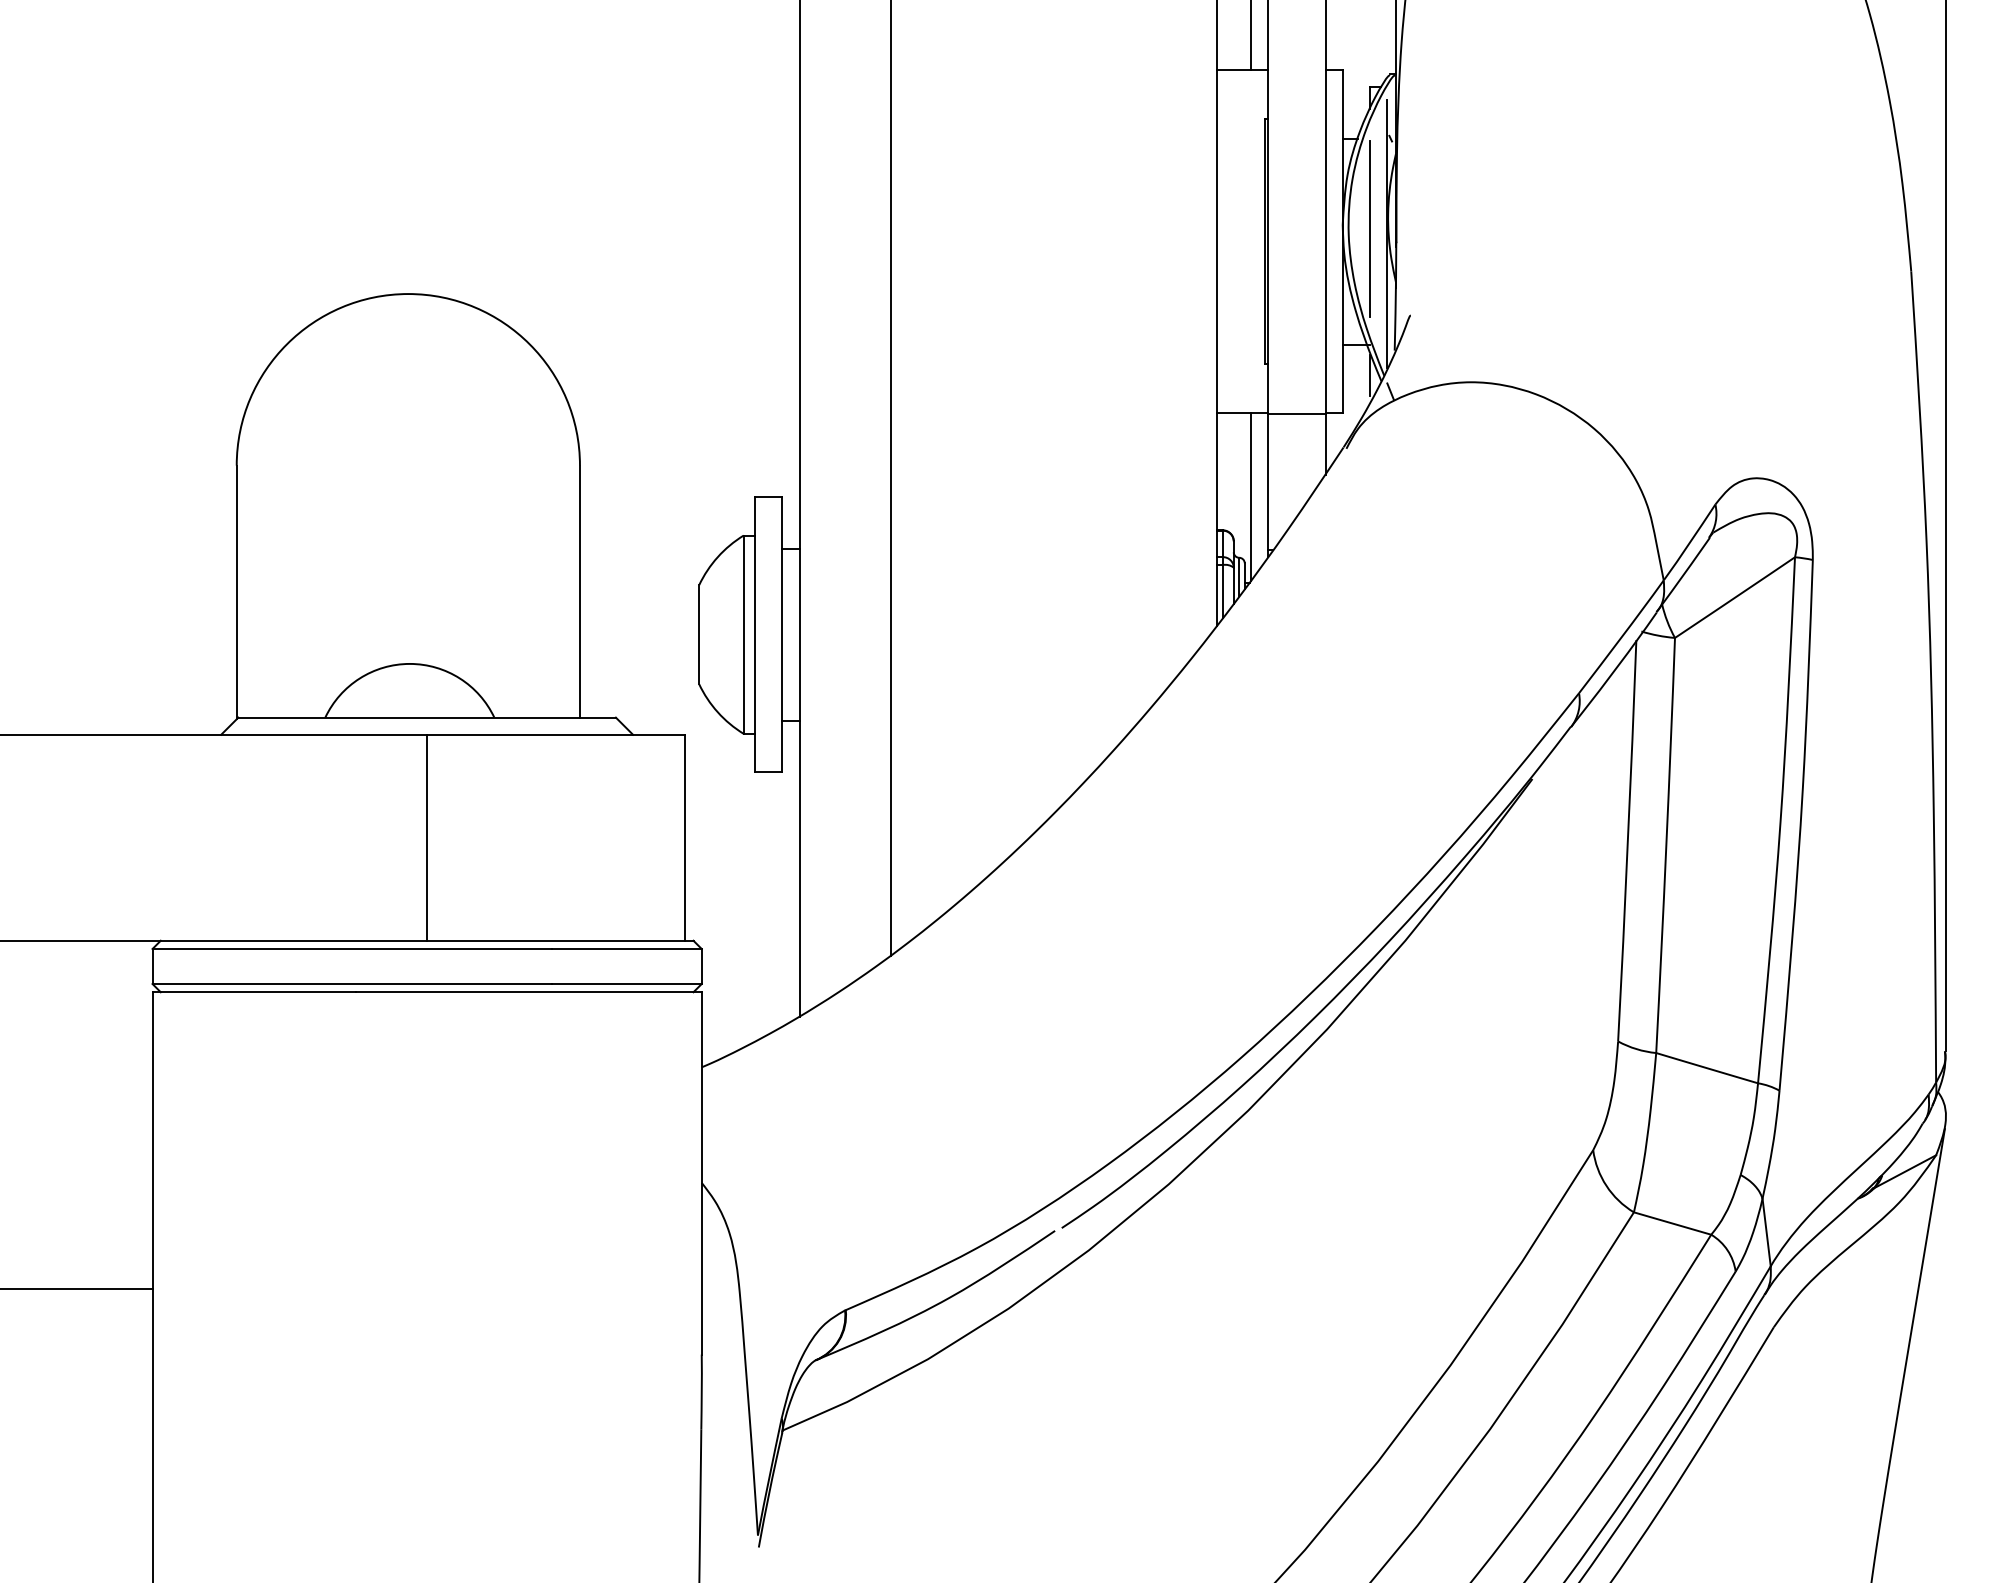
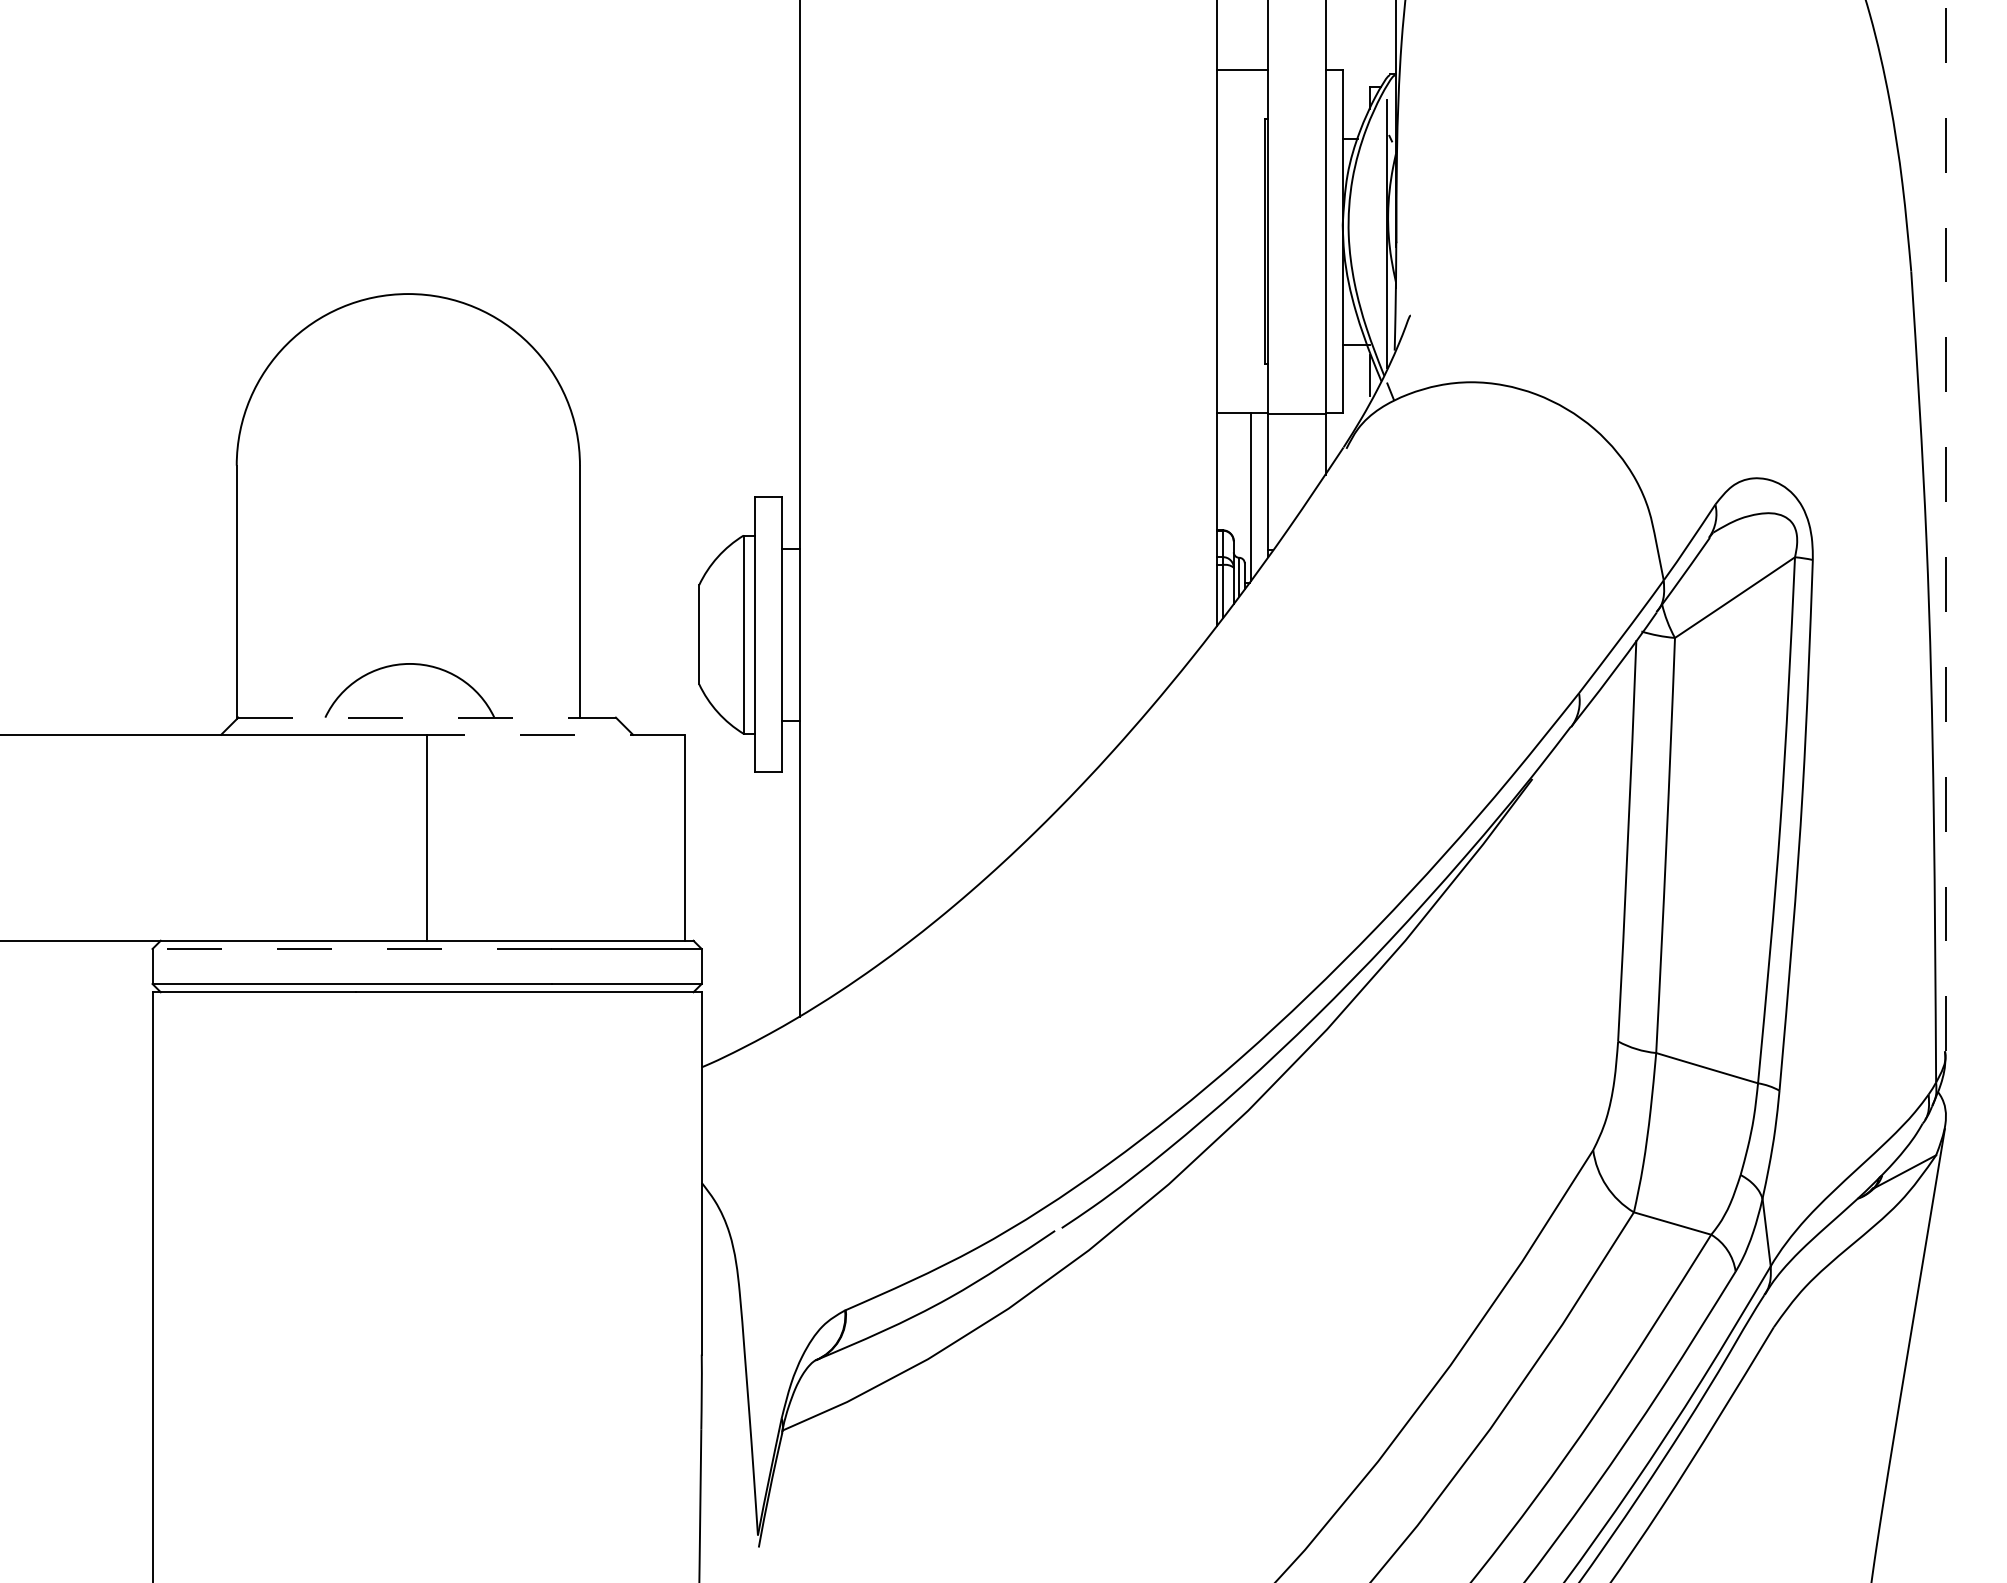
line at (1250, 36): present -> none
line at (1370, 228): present -> none
line at (890, 478): present -> none
line at (1945, 525): solid -> dashed
line at (427, 717): solid -> dashed
line at (555, 734): solid -> dashed
line at (352, 948): solid -> dashed
line at (77, 1289): present -> none
